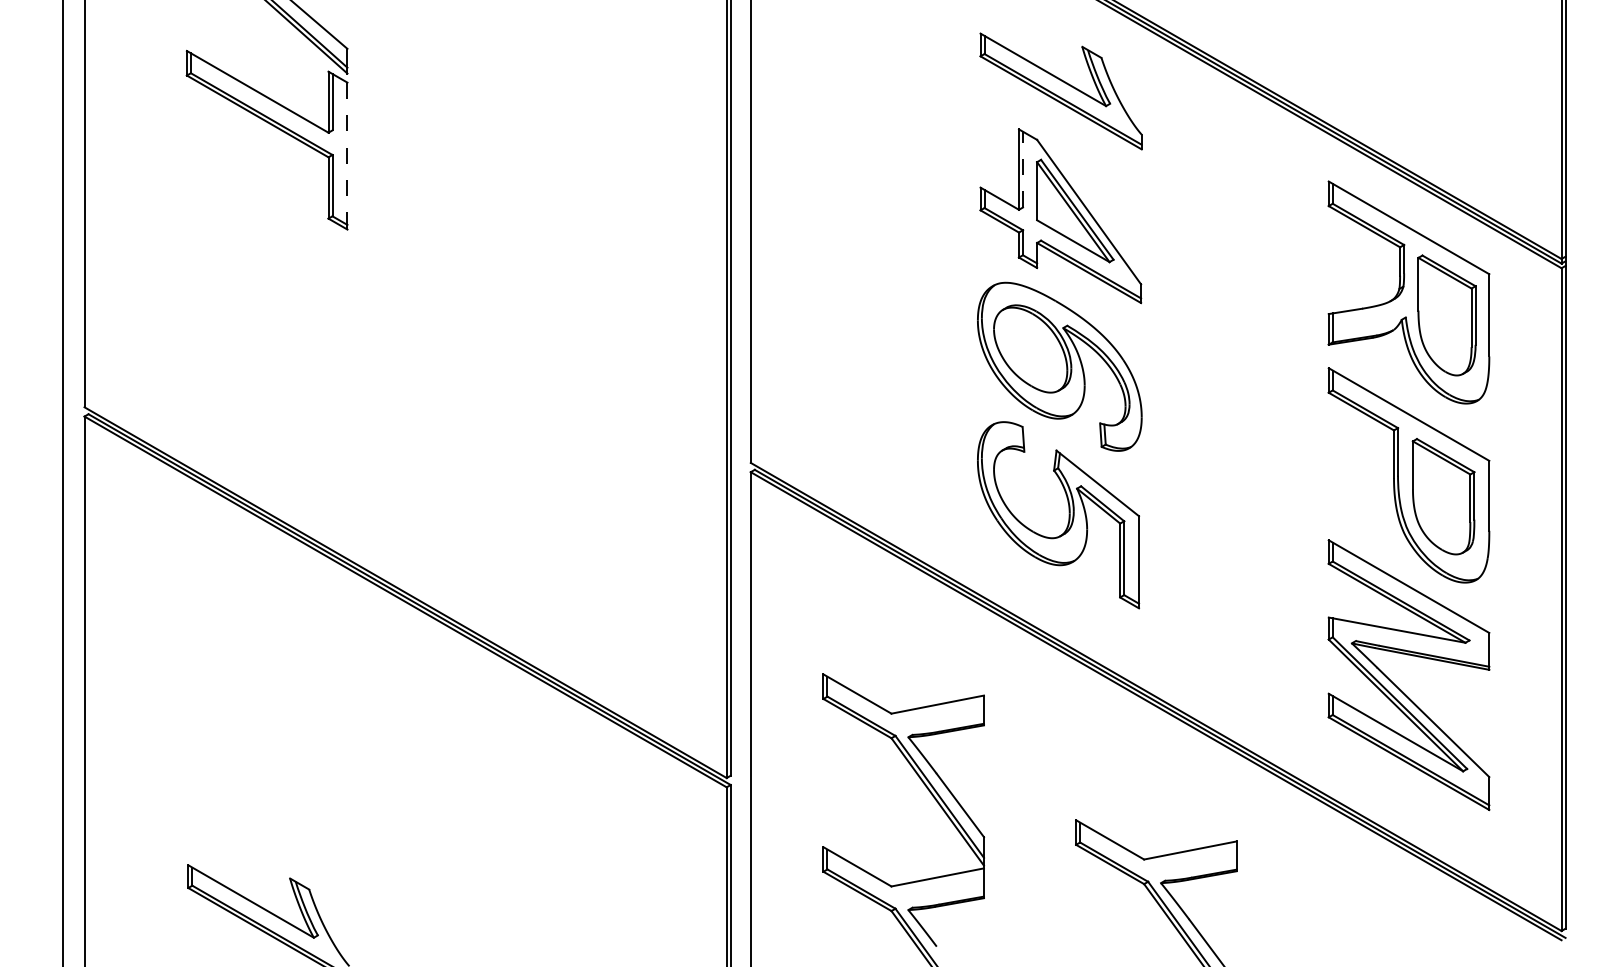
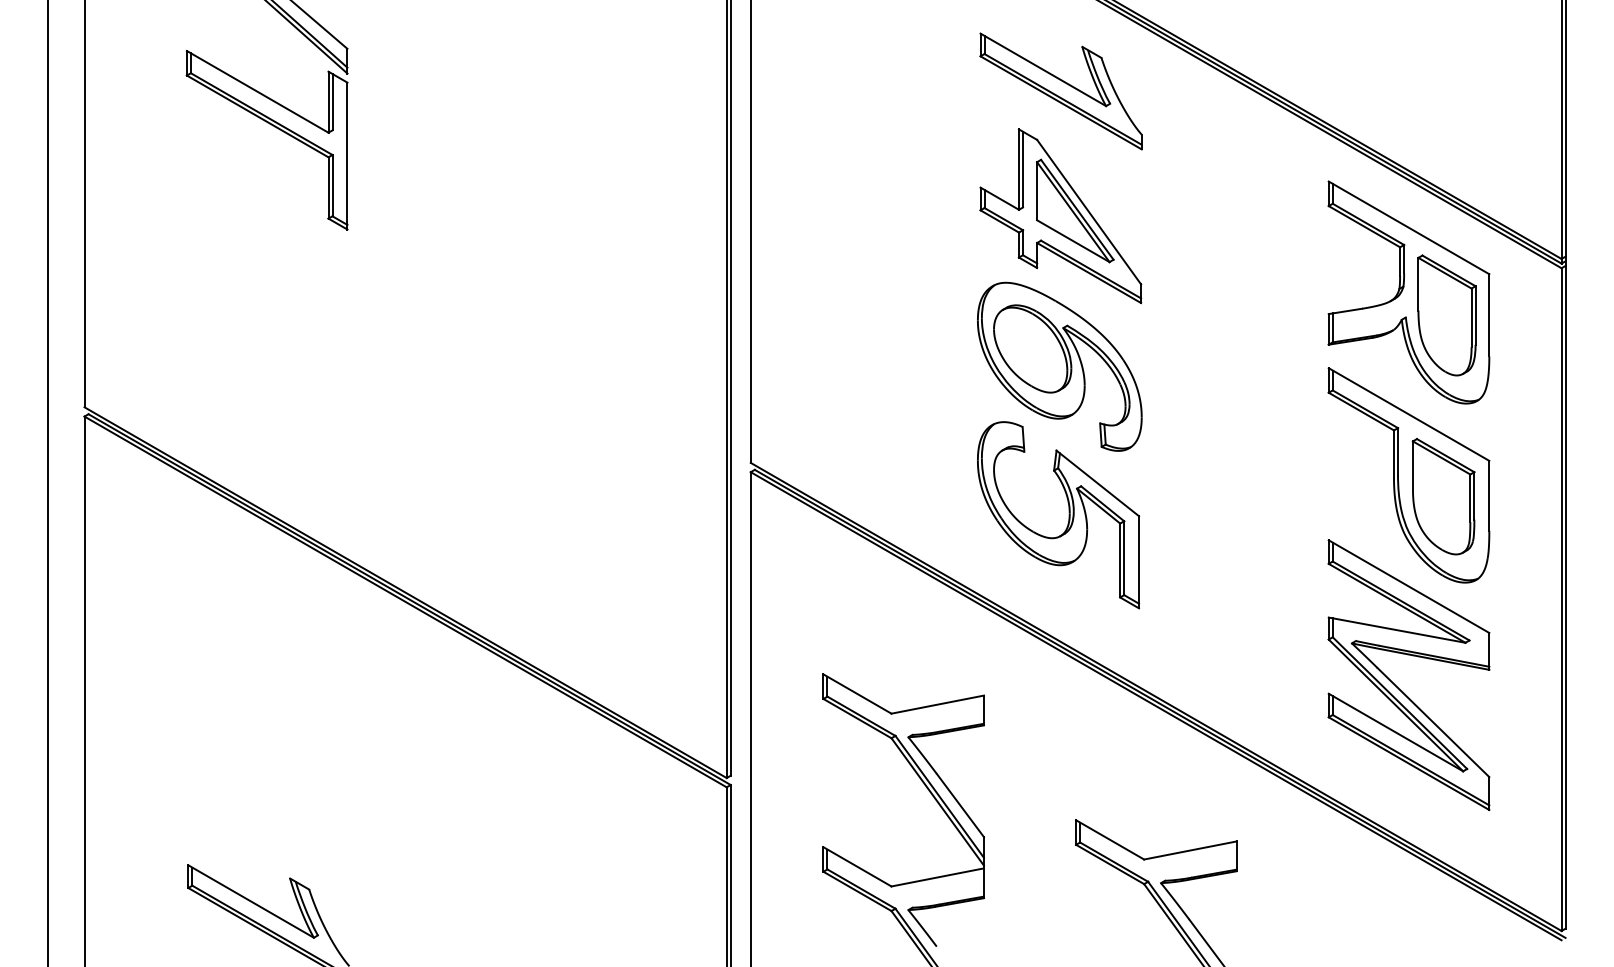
line at (347, 156): dashed -> solid
line at (1023, 169): dashed -> solid
line at (63, 482) position: (63, 482) -> (48, 482)
